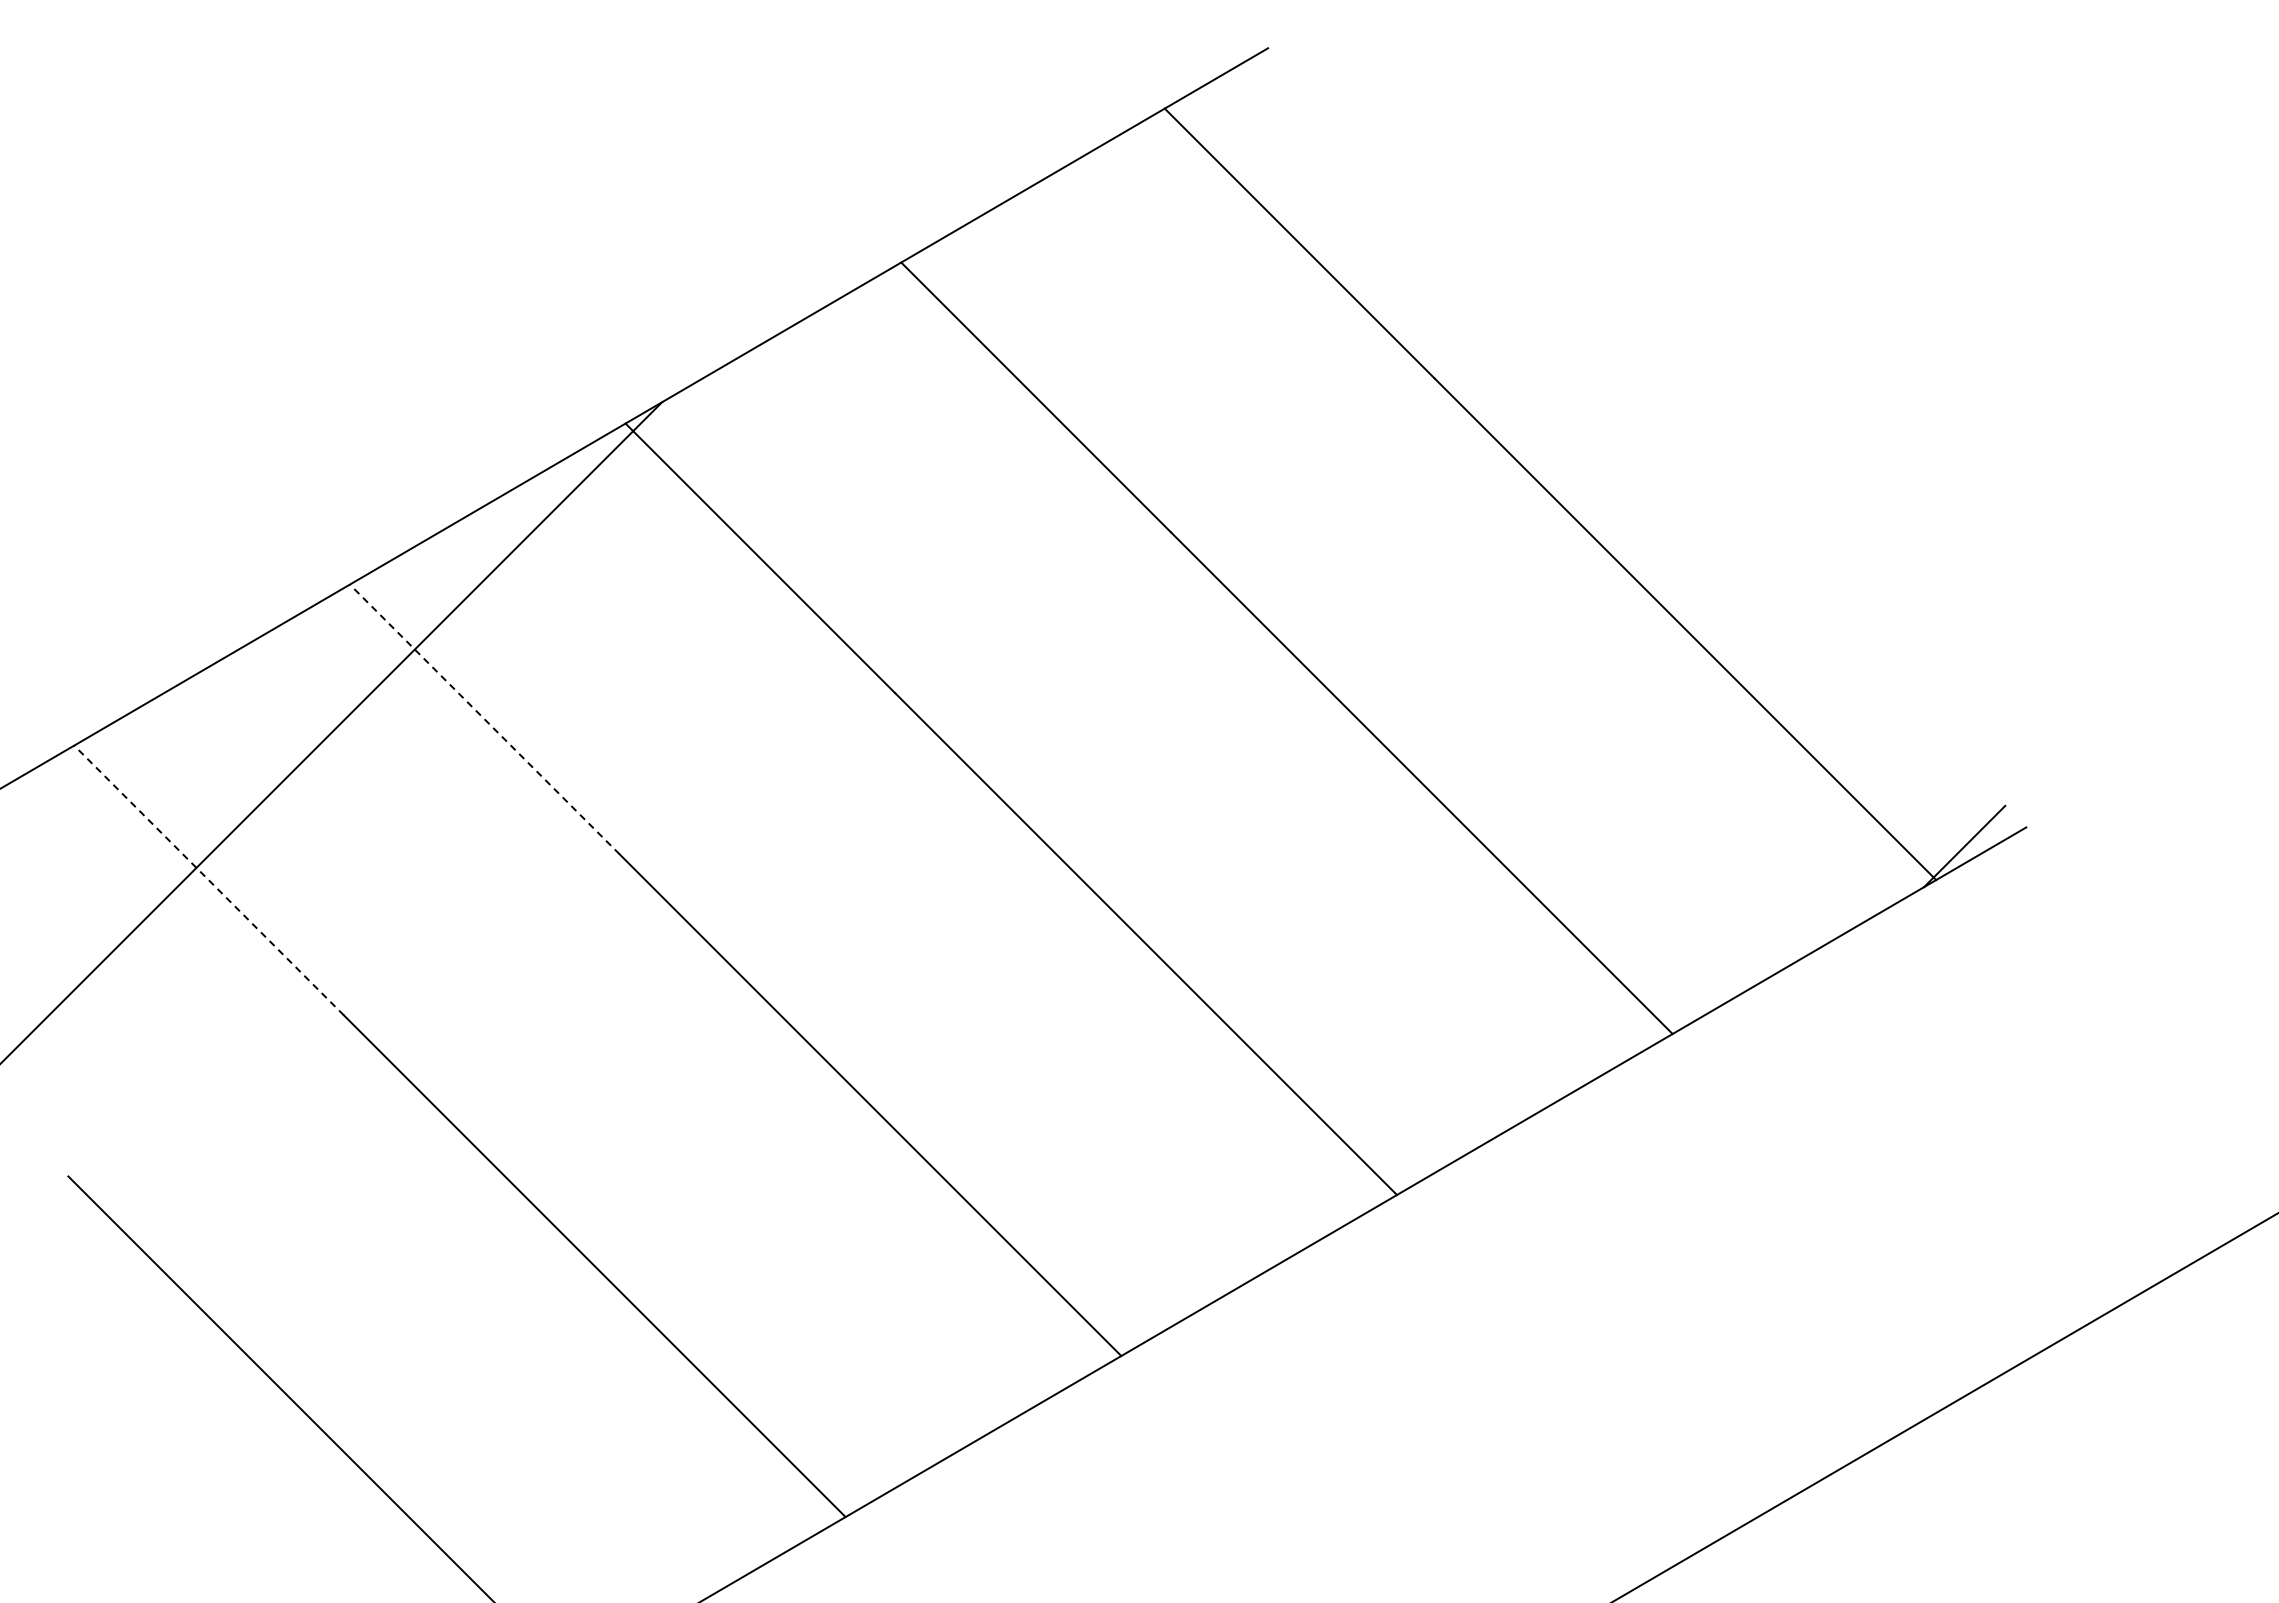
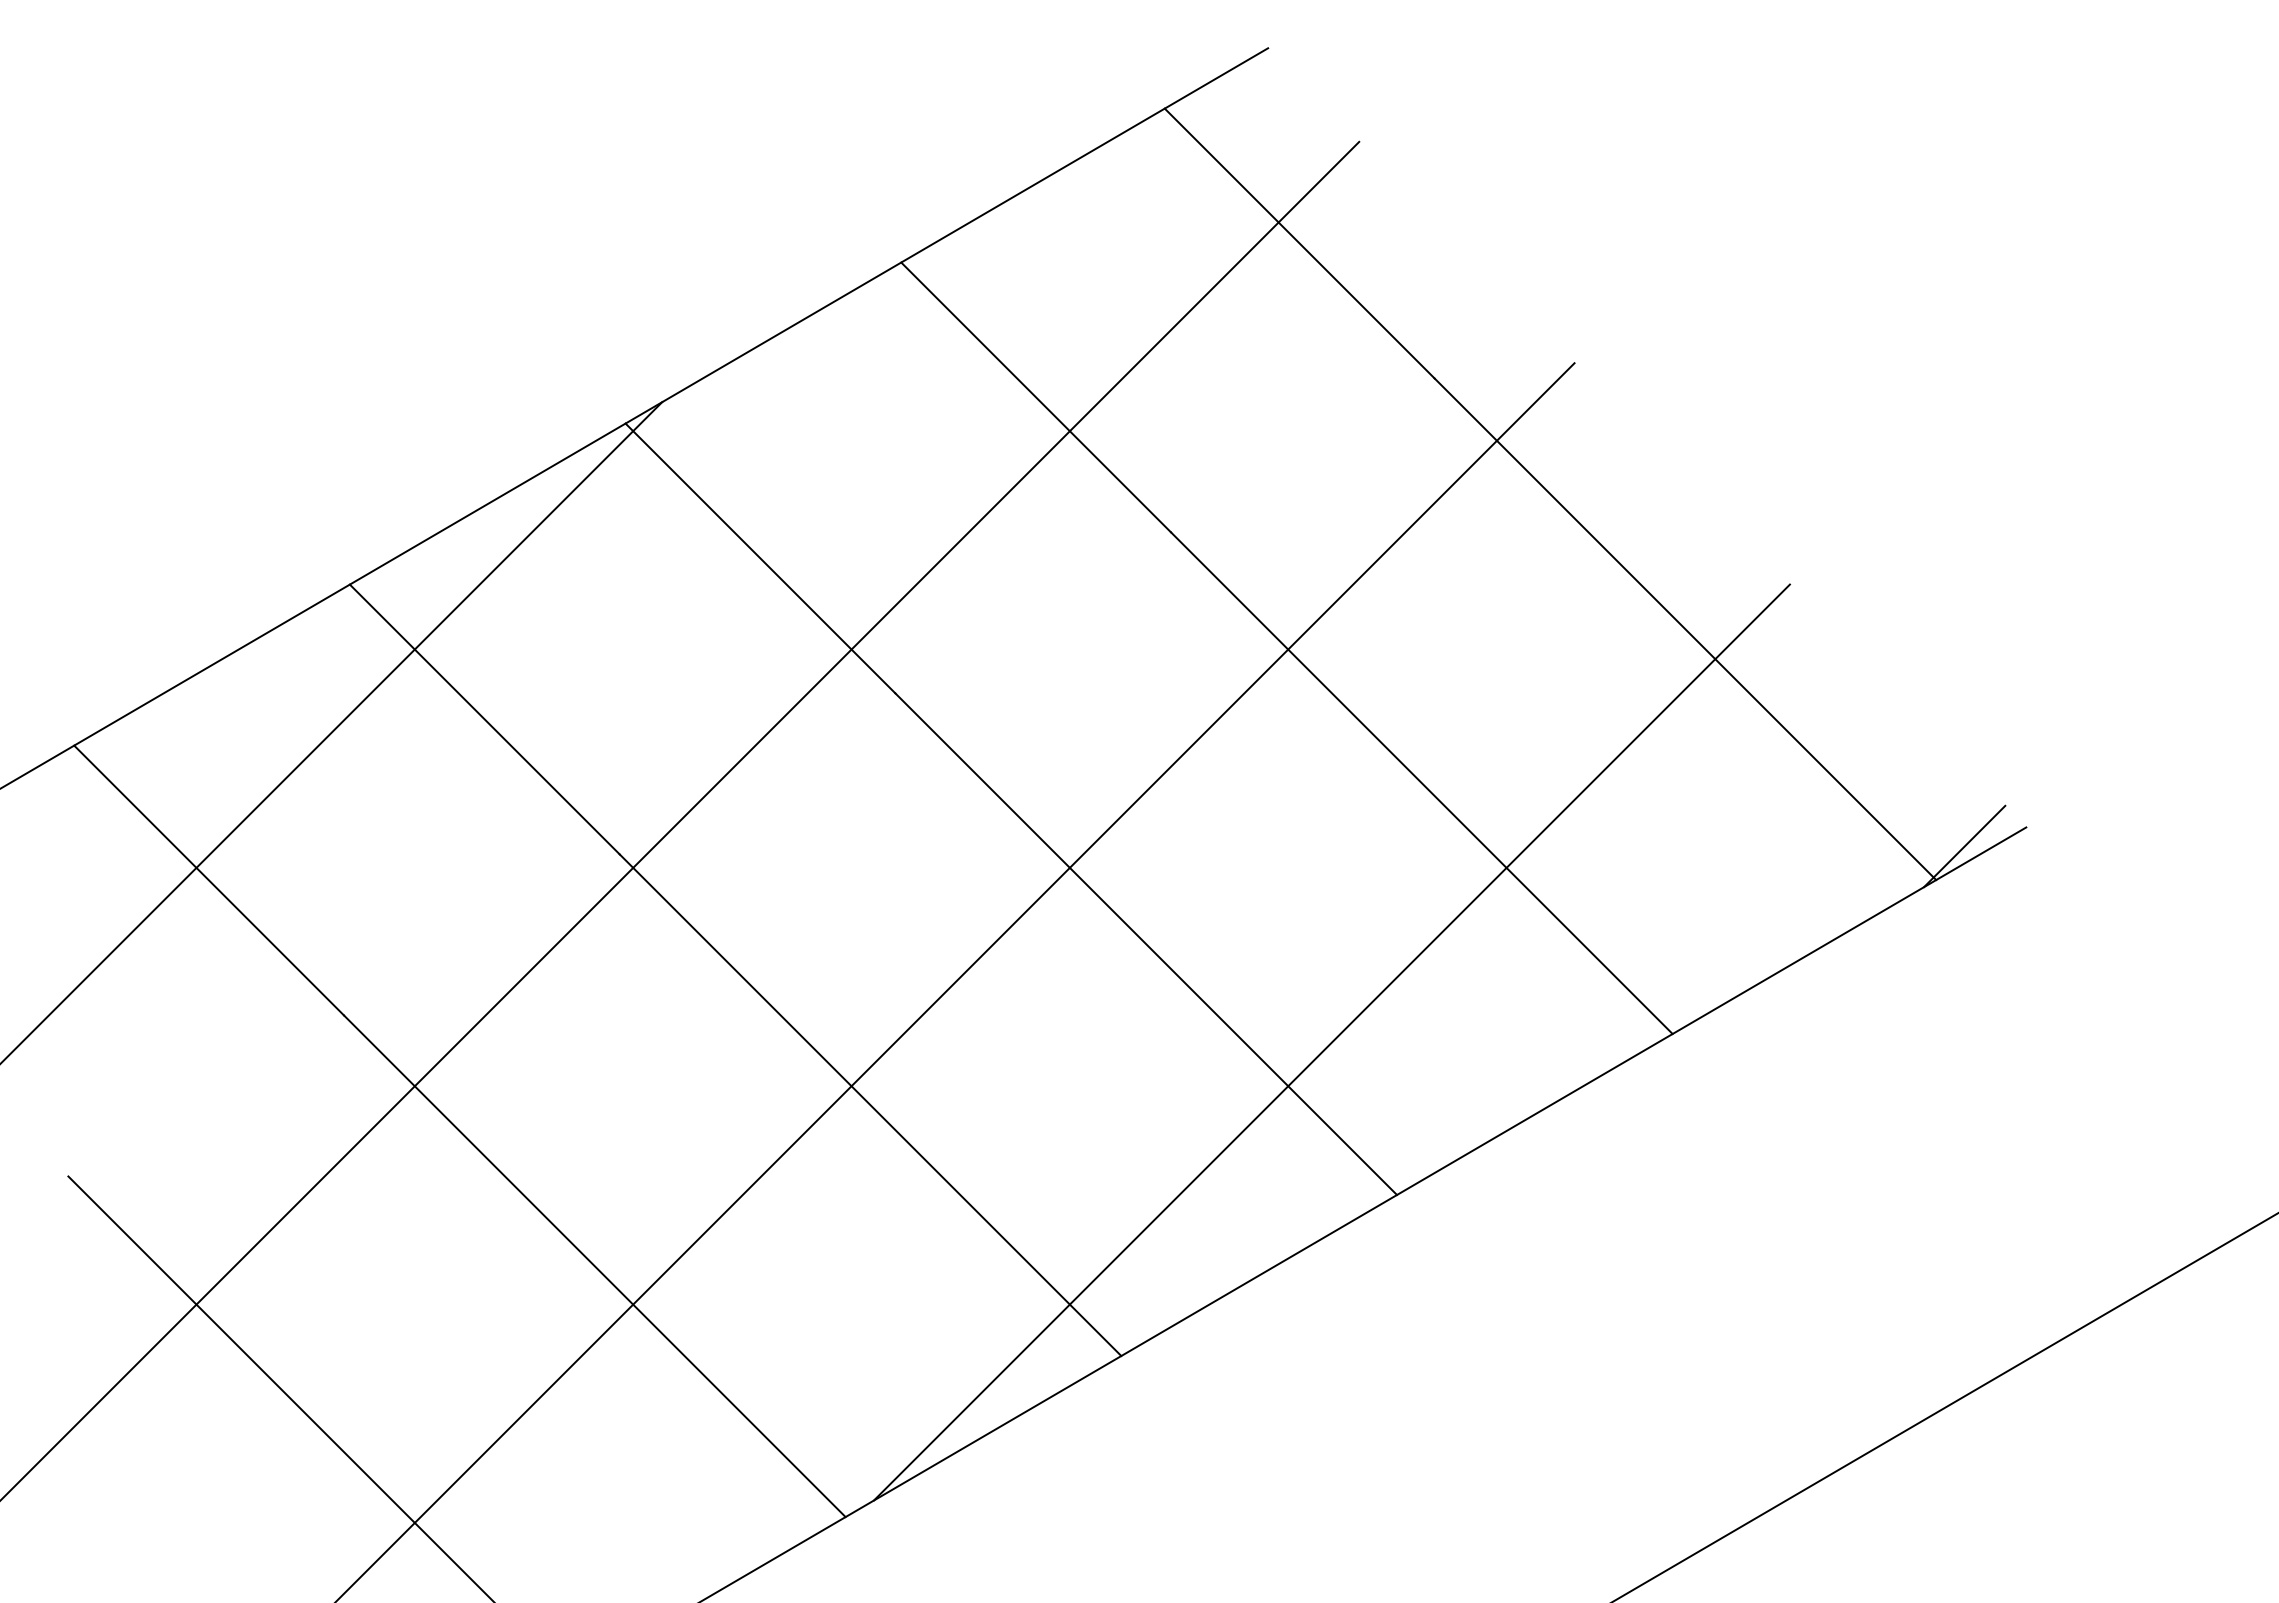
line at (484, 719): dashed -> solid
line at (680, 819): none -> present
line at (209, 880): dashed -> solid
line at (956, 981): none -> present
line at (1331, 1042): none -> present
